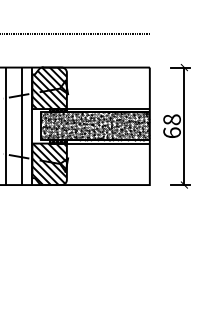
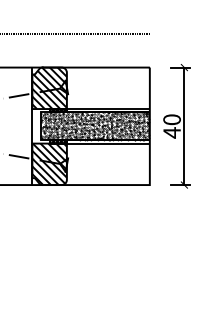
hatch at (13, 126): present -> none
text at (171, 126): 68 -> 40
